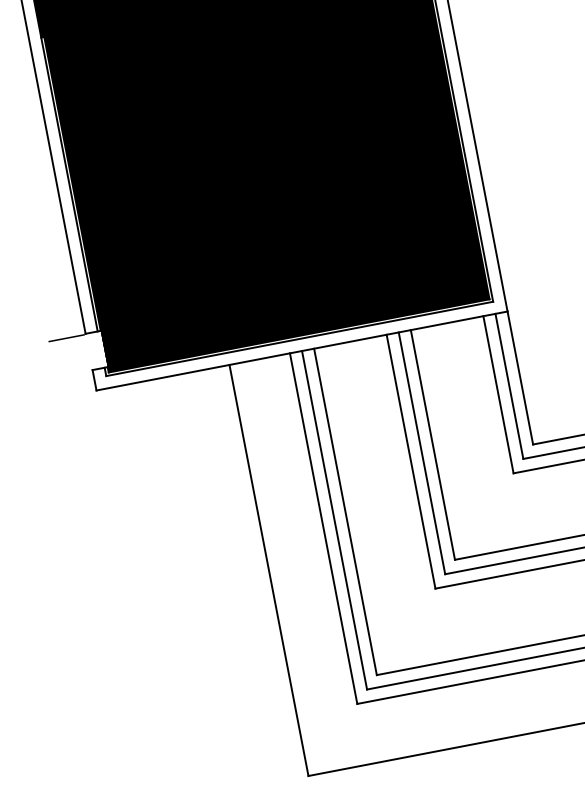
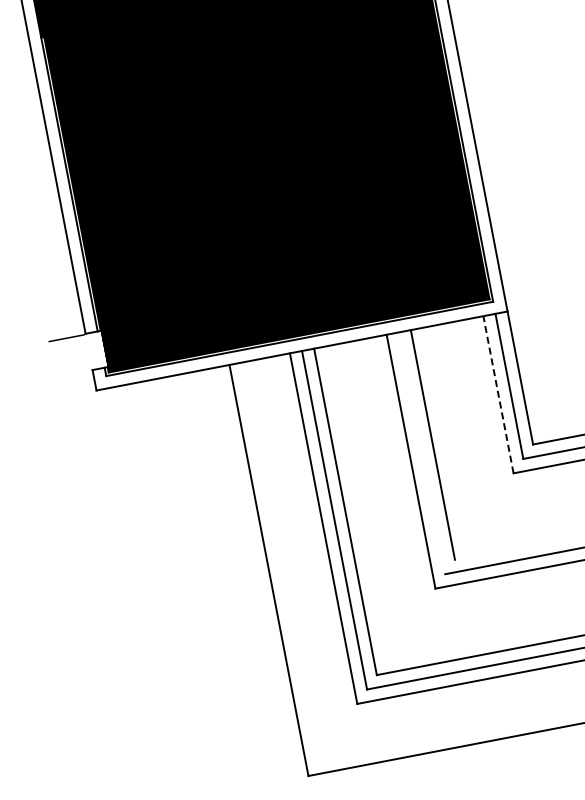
line at (498, 394): solid -> dashed
line at (421, 453): present -> none
line at (517, 547): present -> none
